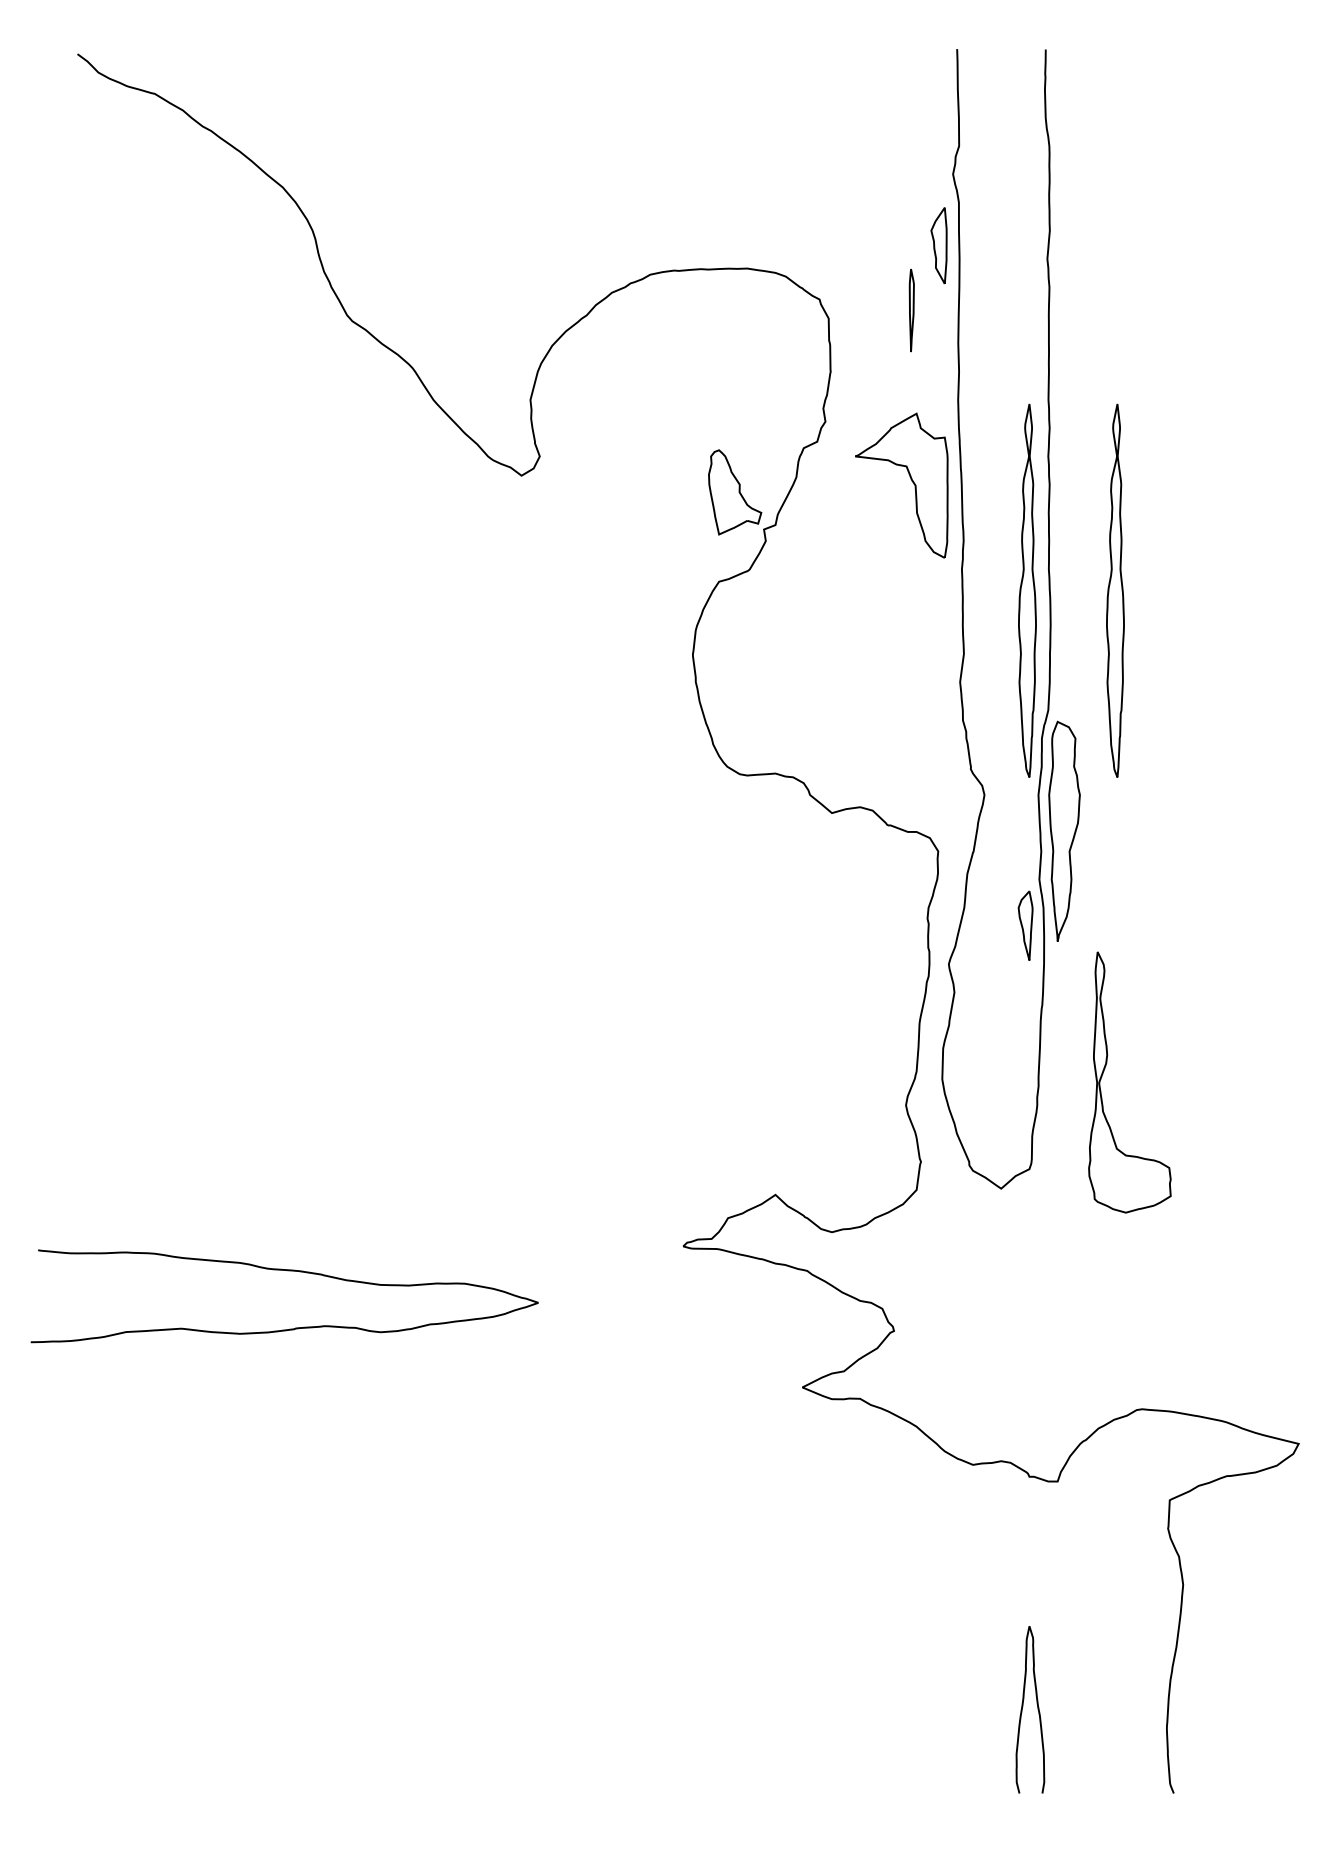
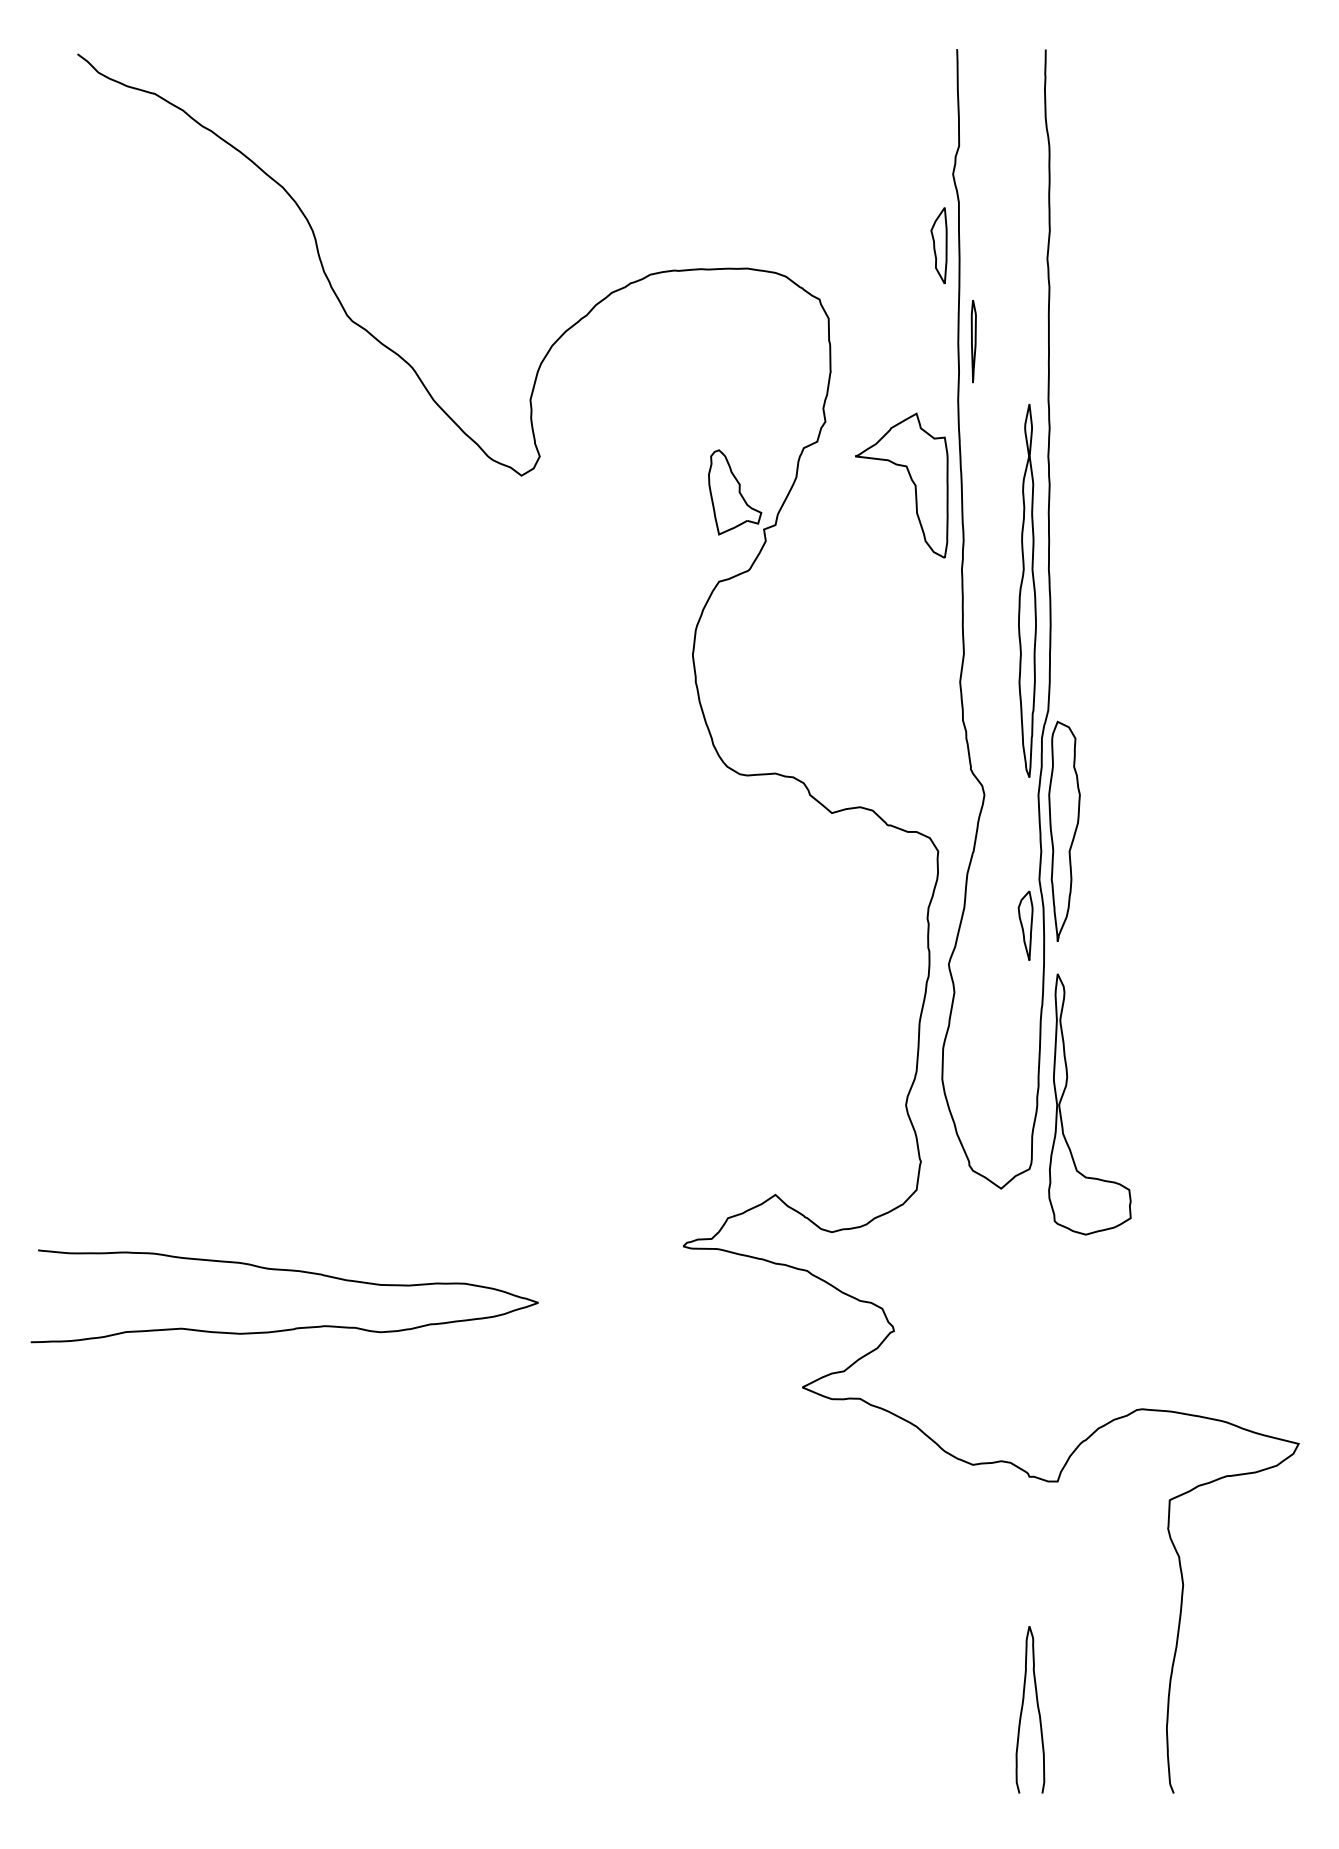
part at (911, 310) position: (911, 310) -> (973, 341)
part at (1115, 590): present -> none
part at (1103, 1074) position: (1103, 1074) -> (1063, 1096)
